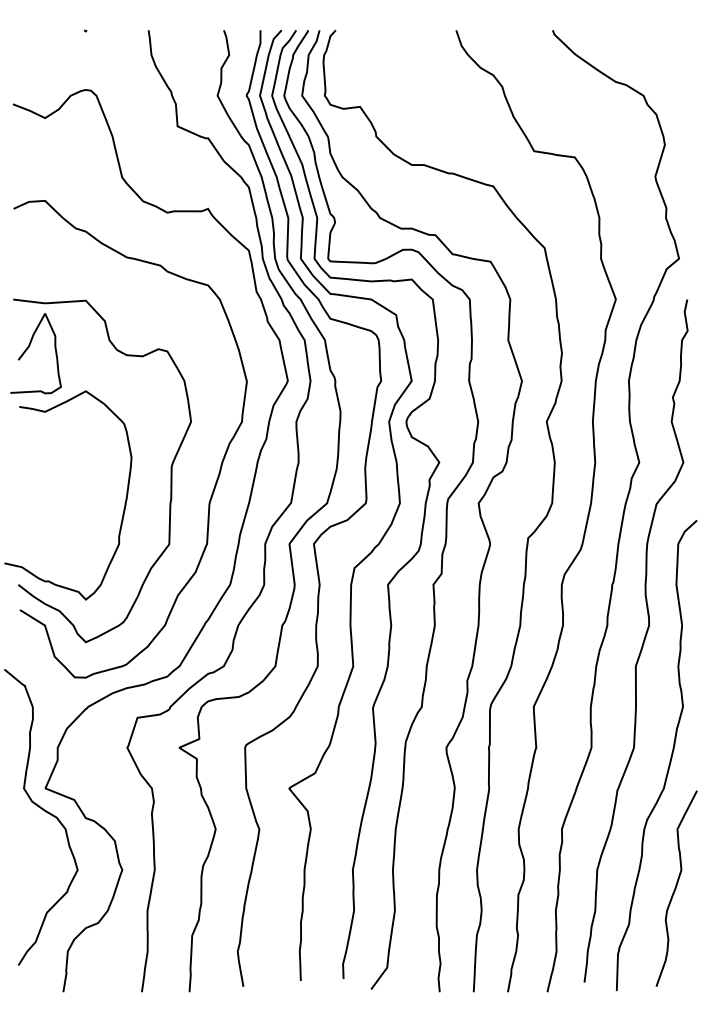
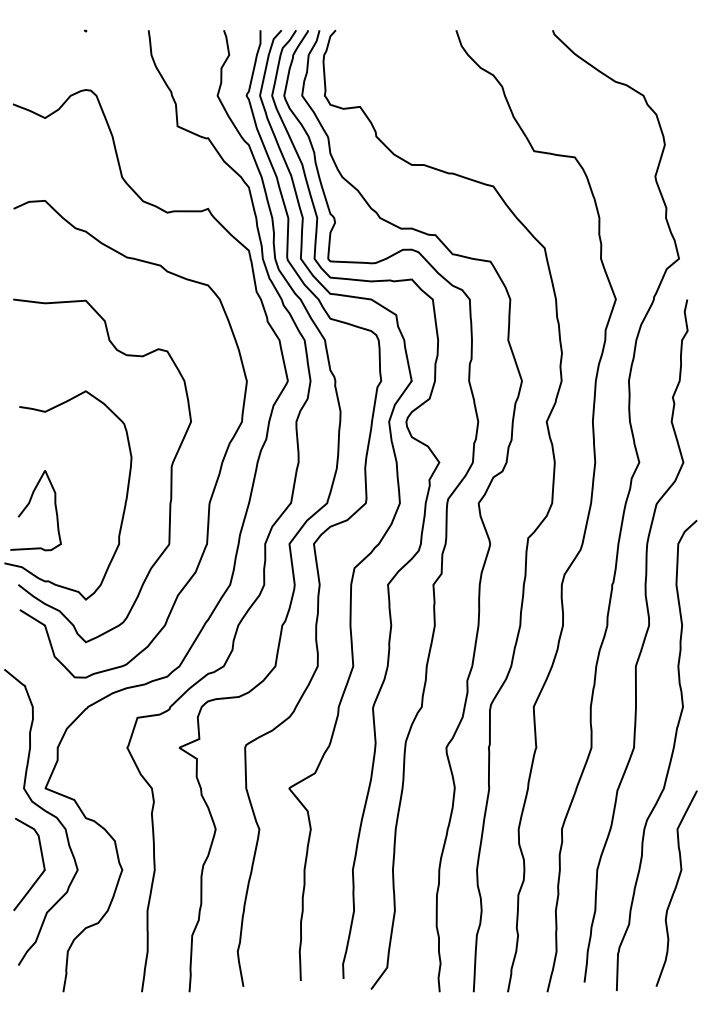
curve at (29, 347) position: (29, 347) -> (29, 504)
curve at (41, 858): none -> present
